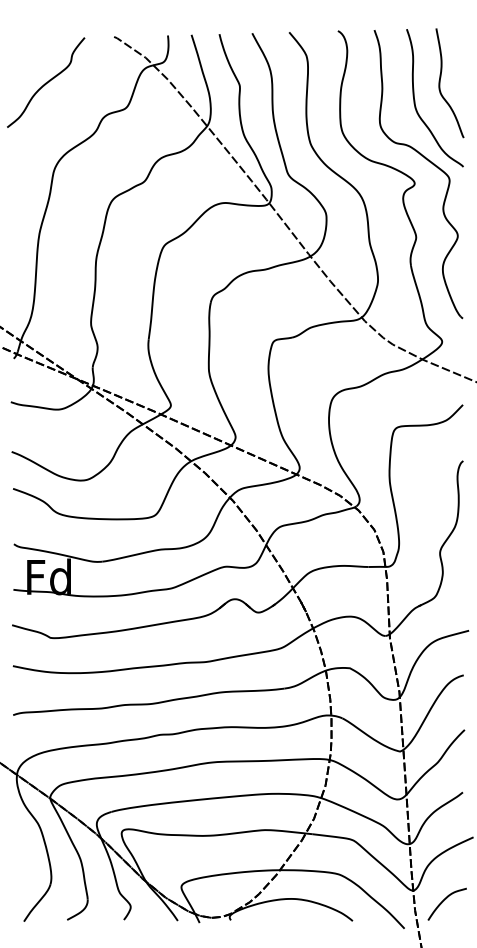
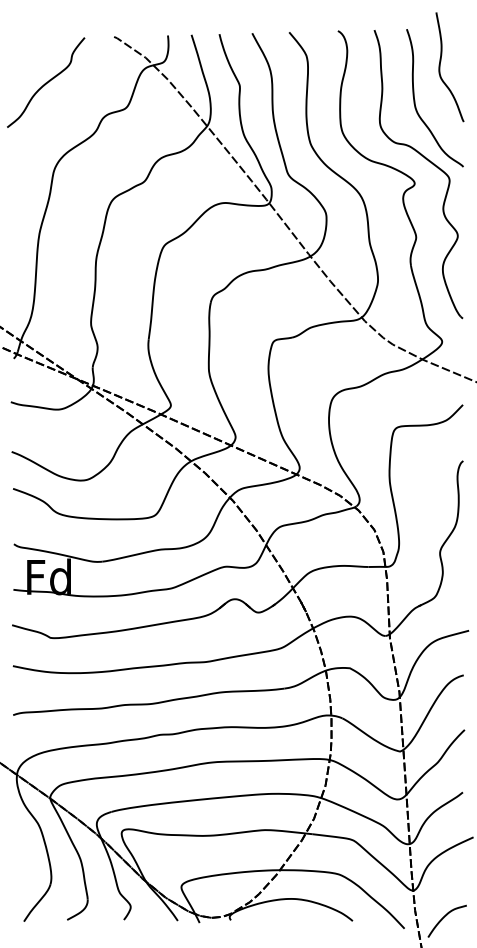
curve at (440, 83) position: (440, 83) -> (440, 67)
curve at (444, 900) position: (444, 900) -> (444, 917)
